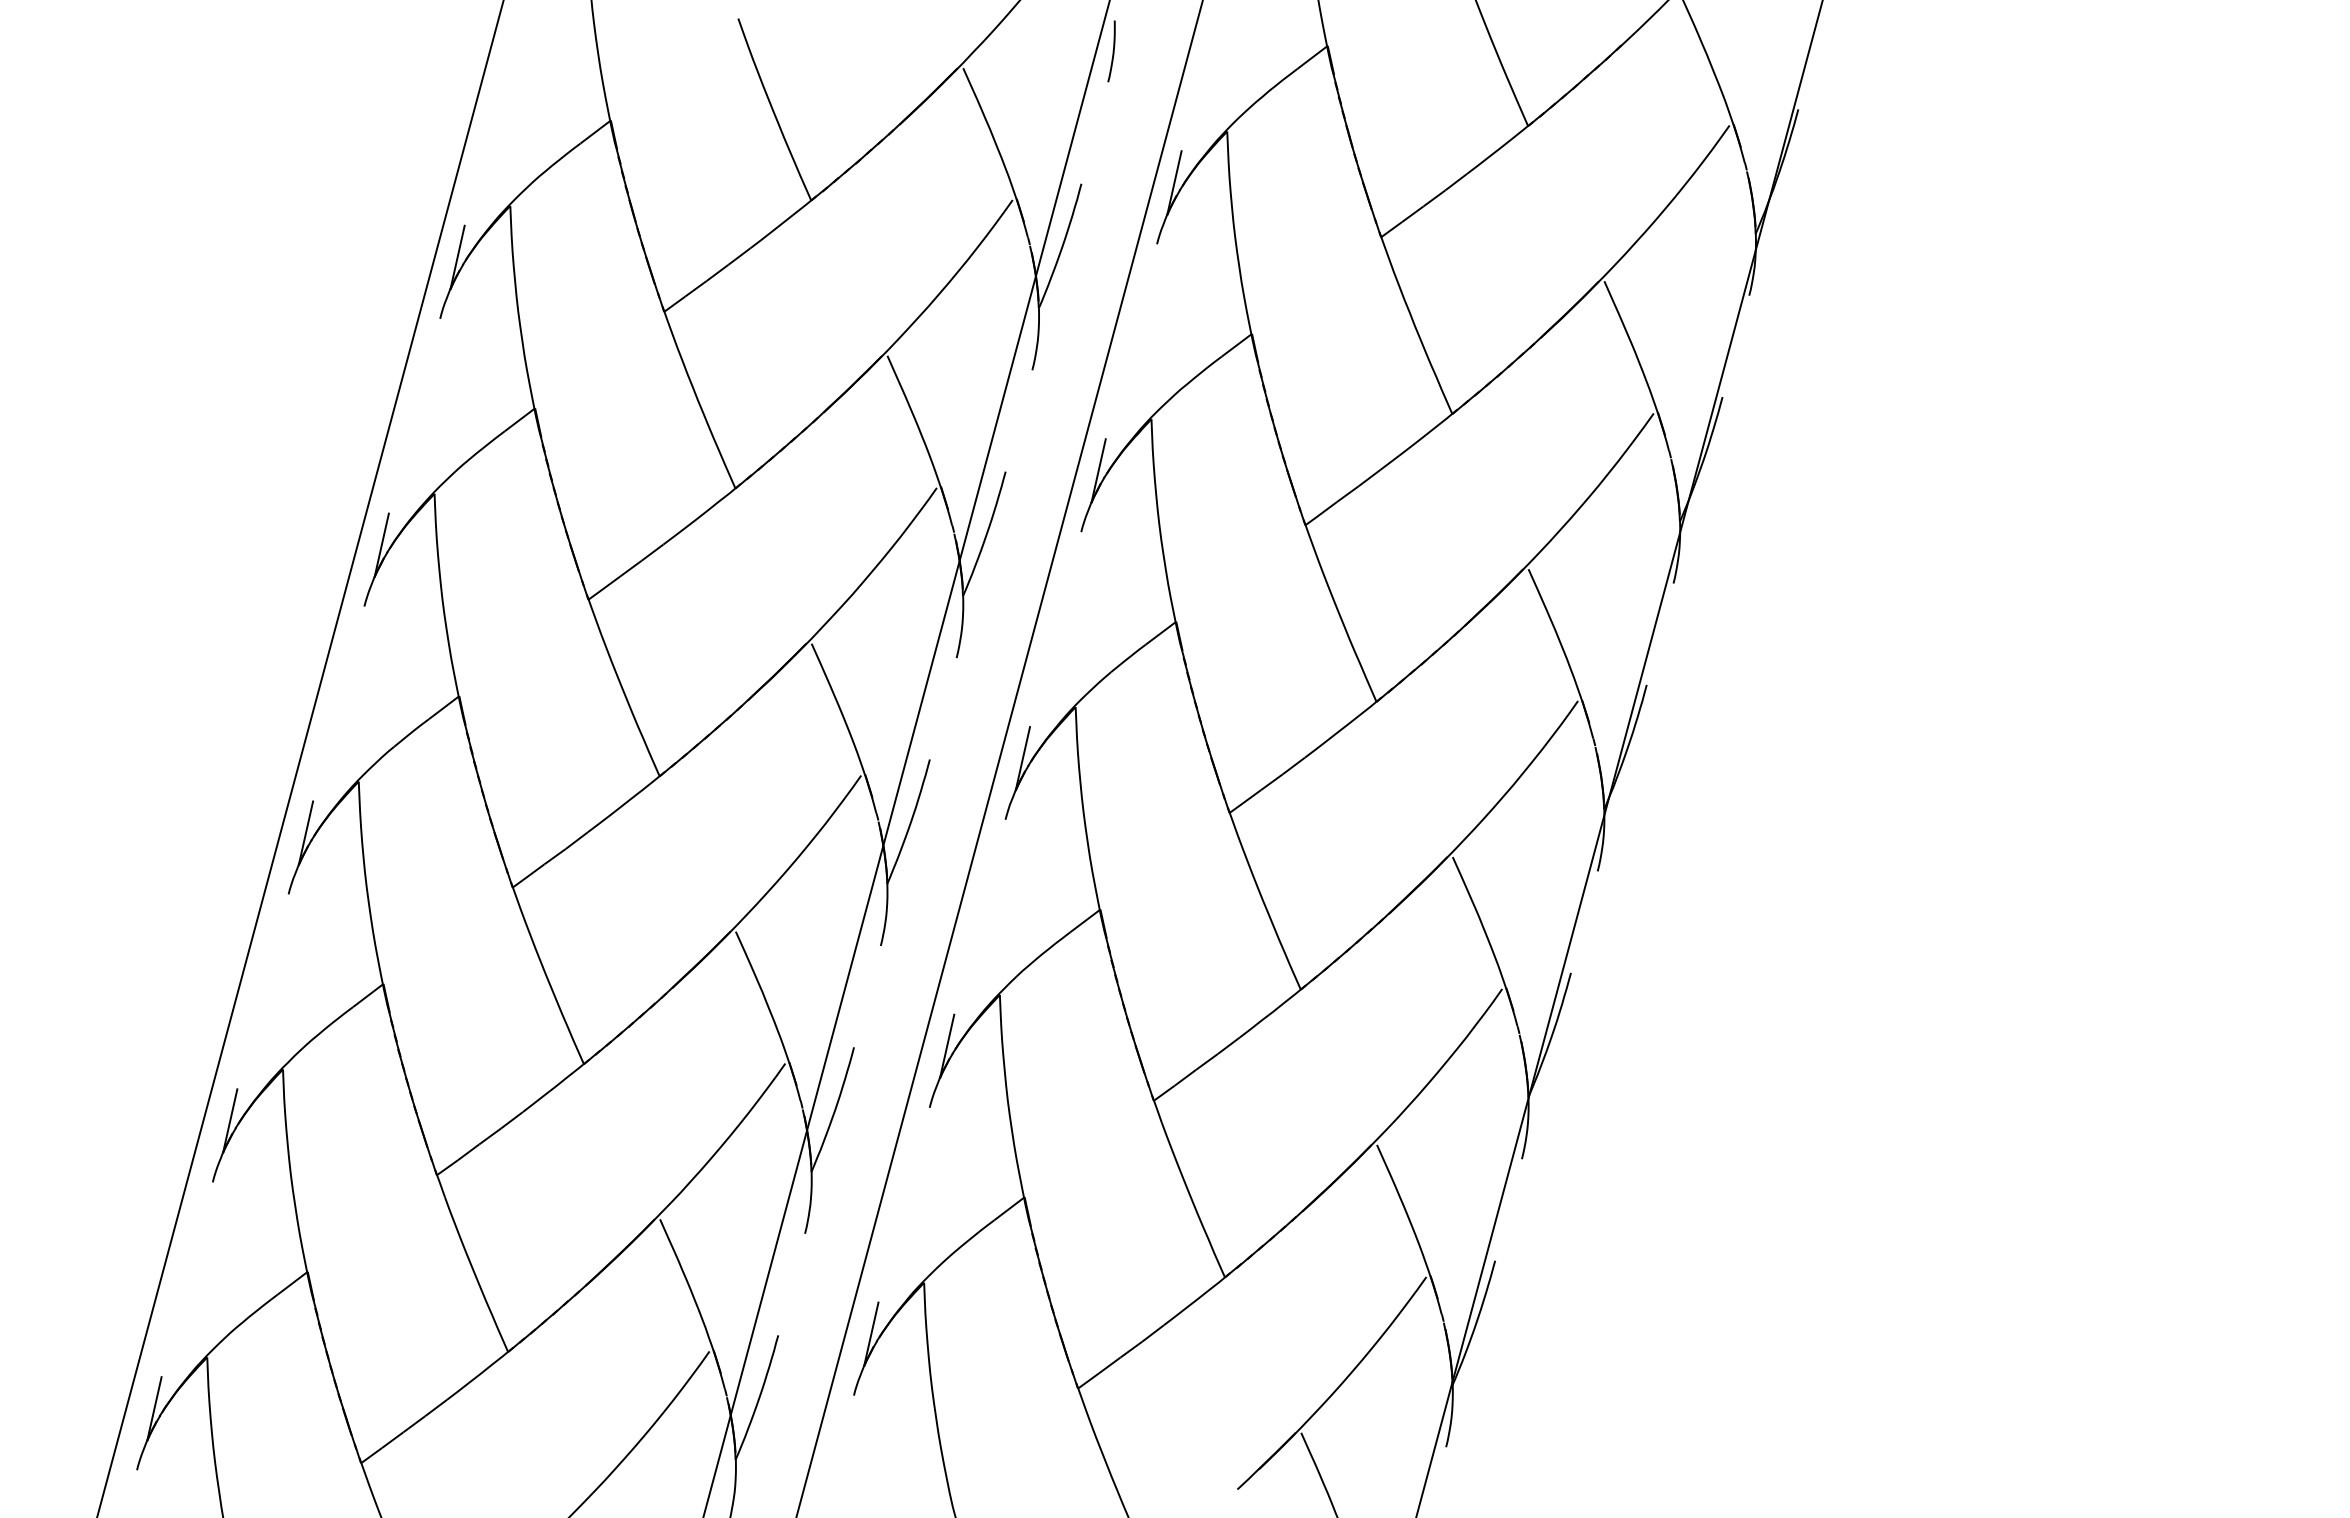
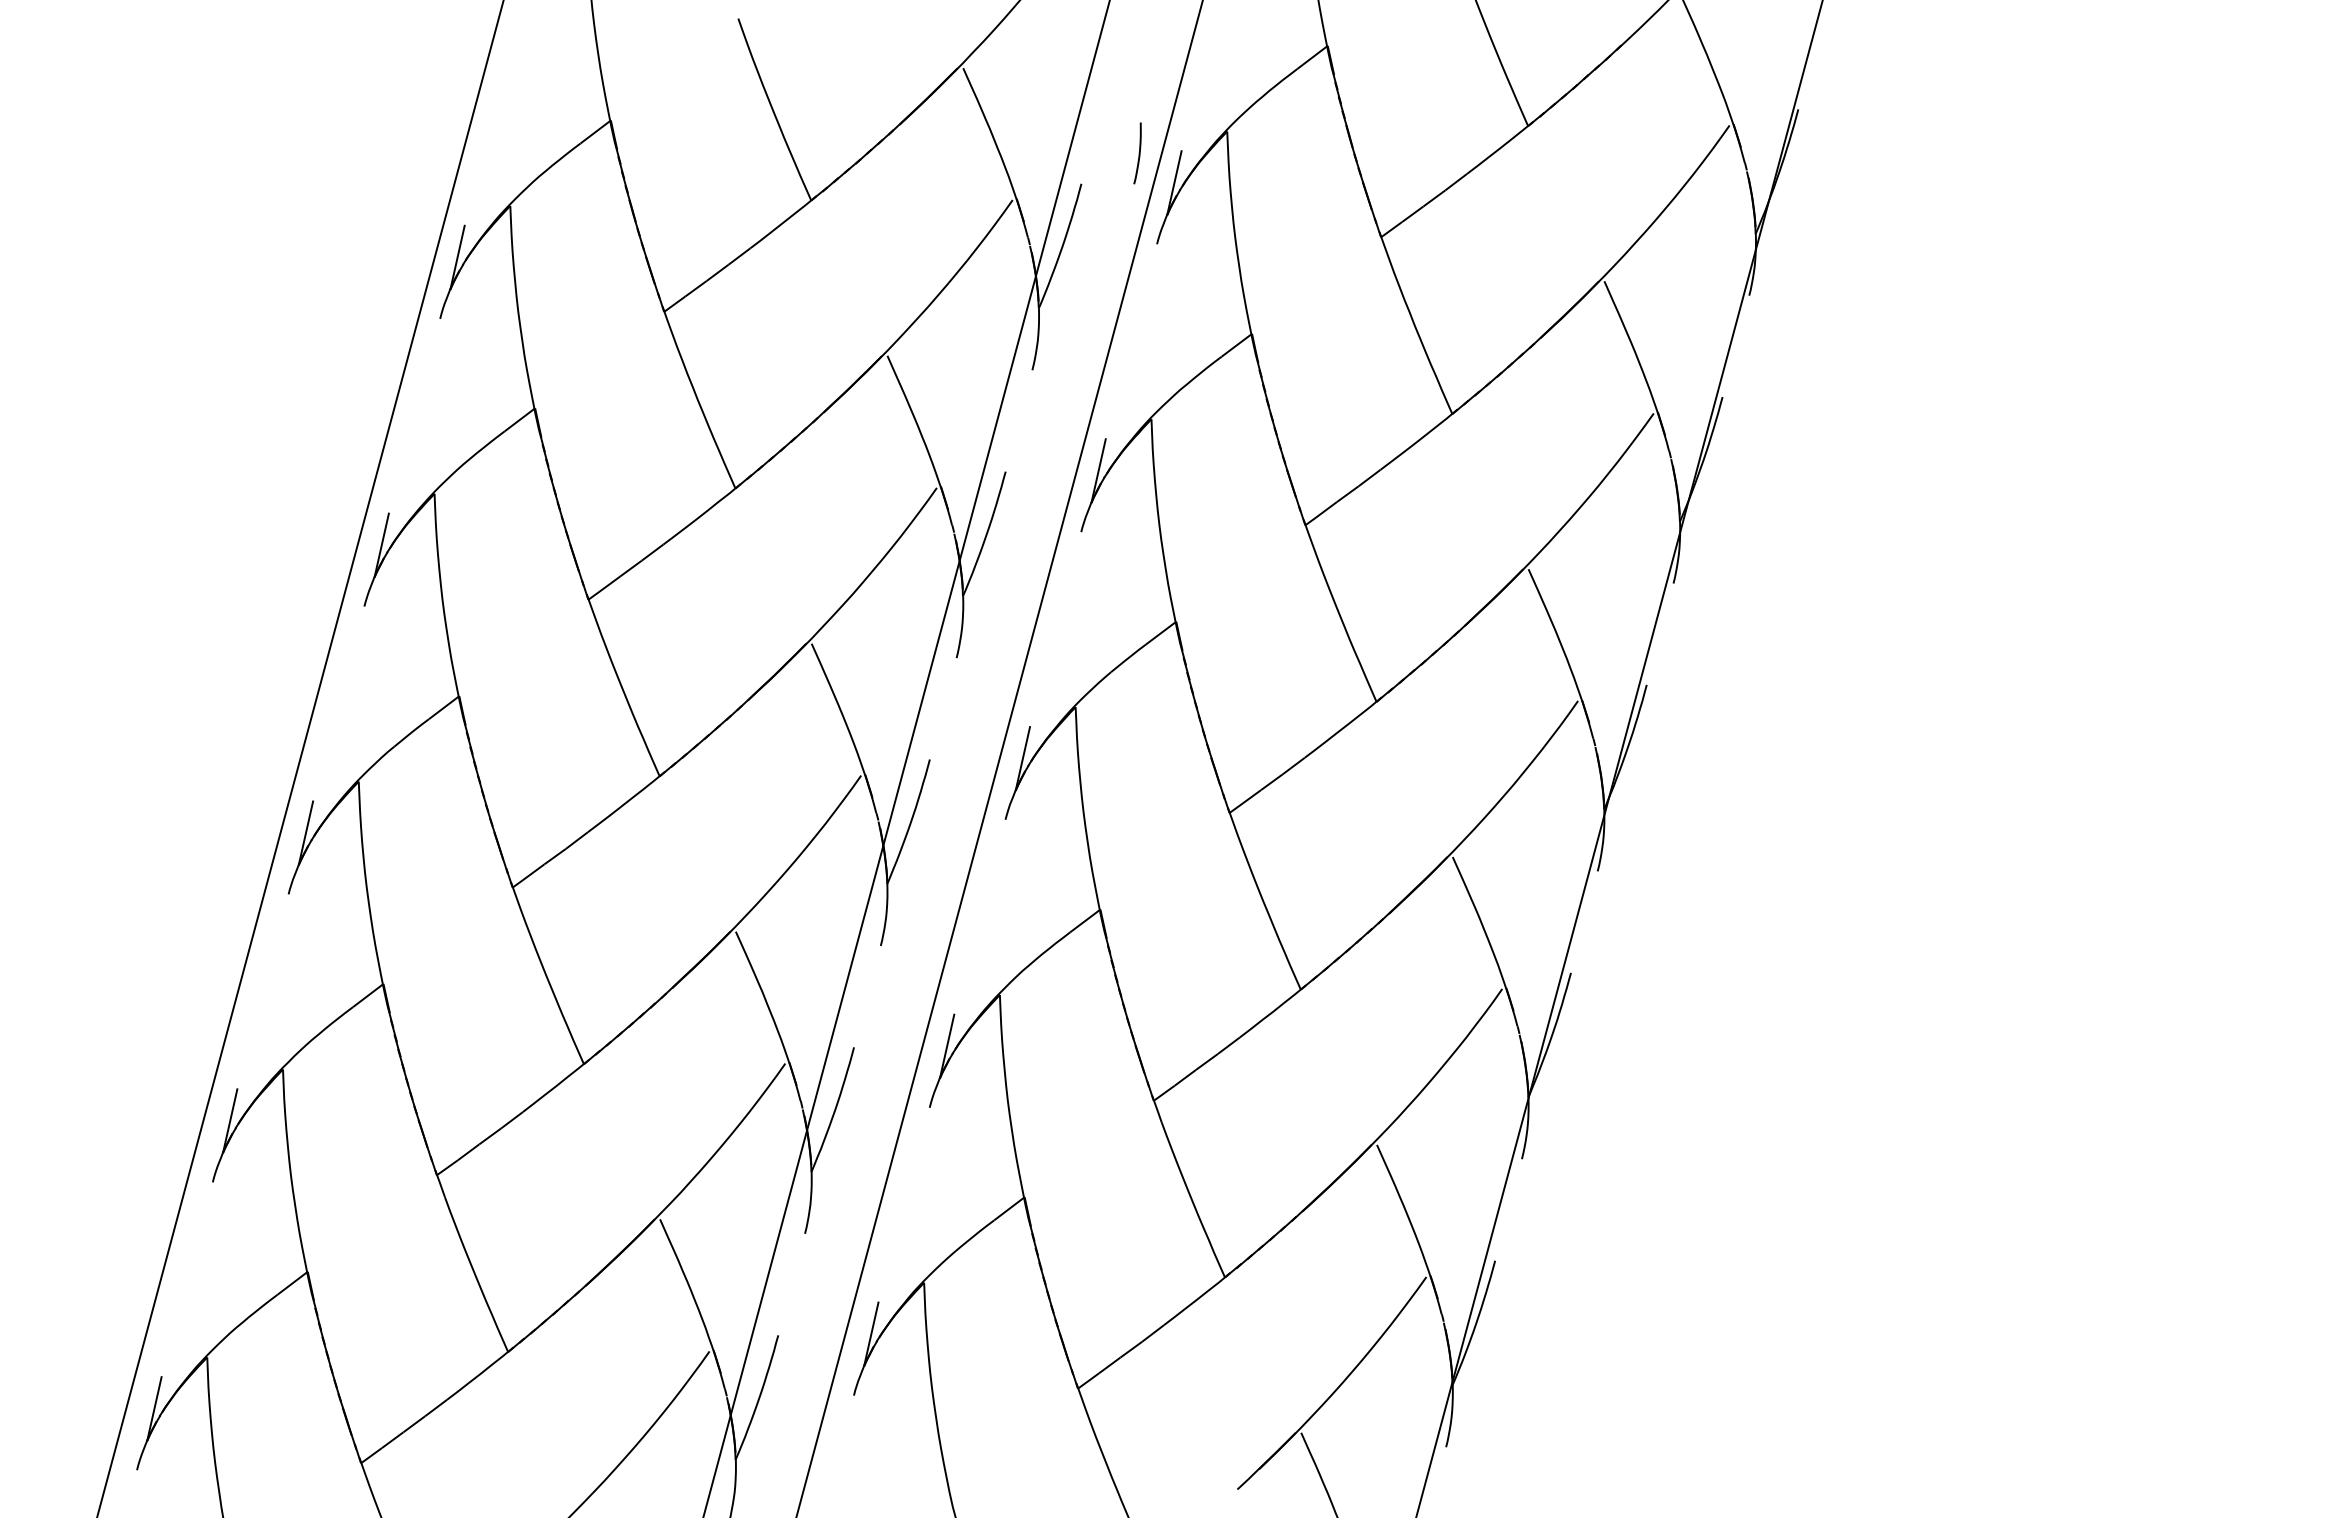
curve at (1112, 51) position: (1112, 51) -> (1138, 153)
